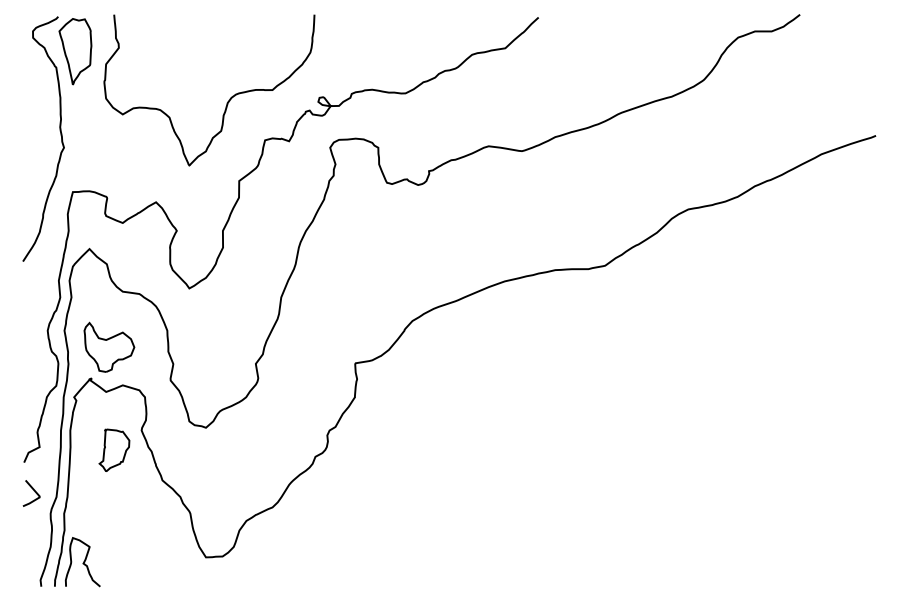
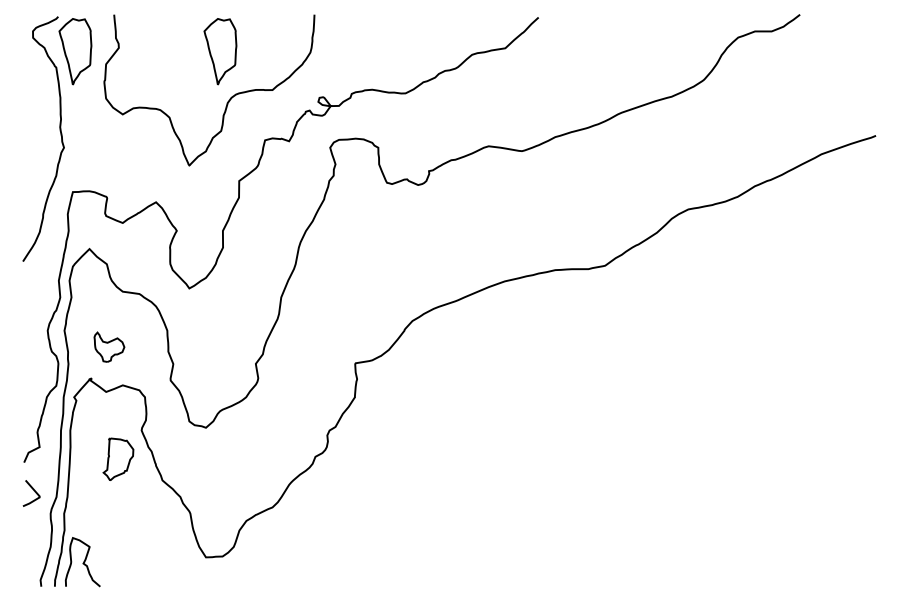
part at (220, 51): none -> present
part at (109, 346) size: 53x52 px -> 33x32 px
part at (114, 449) position: (114, 449) -> (118, 458)
